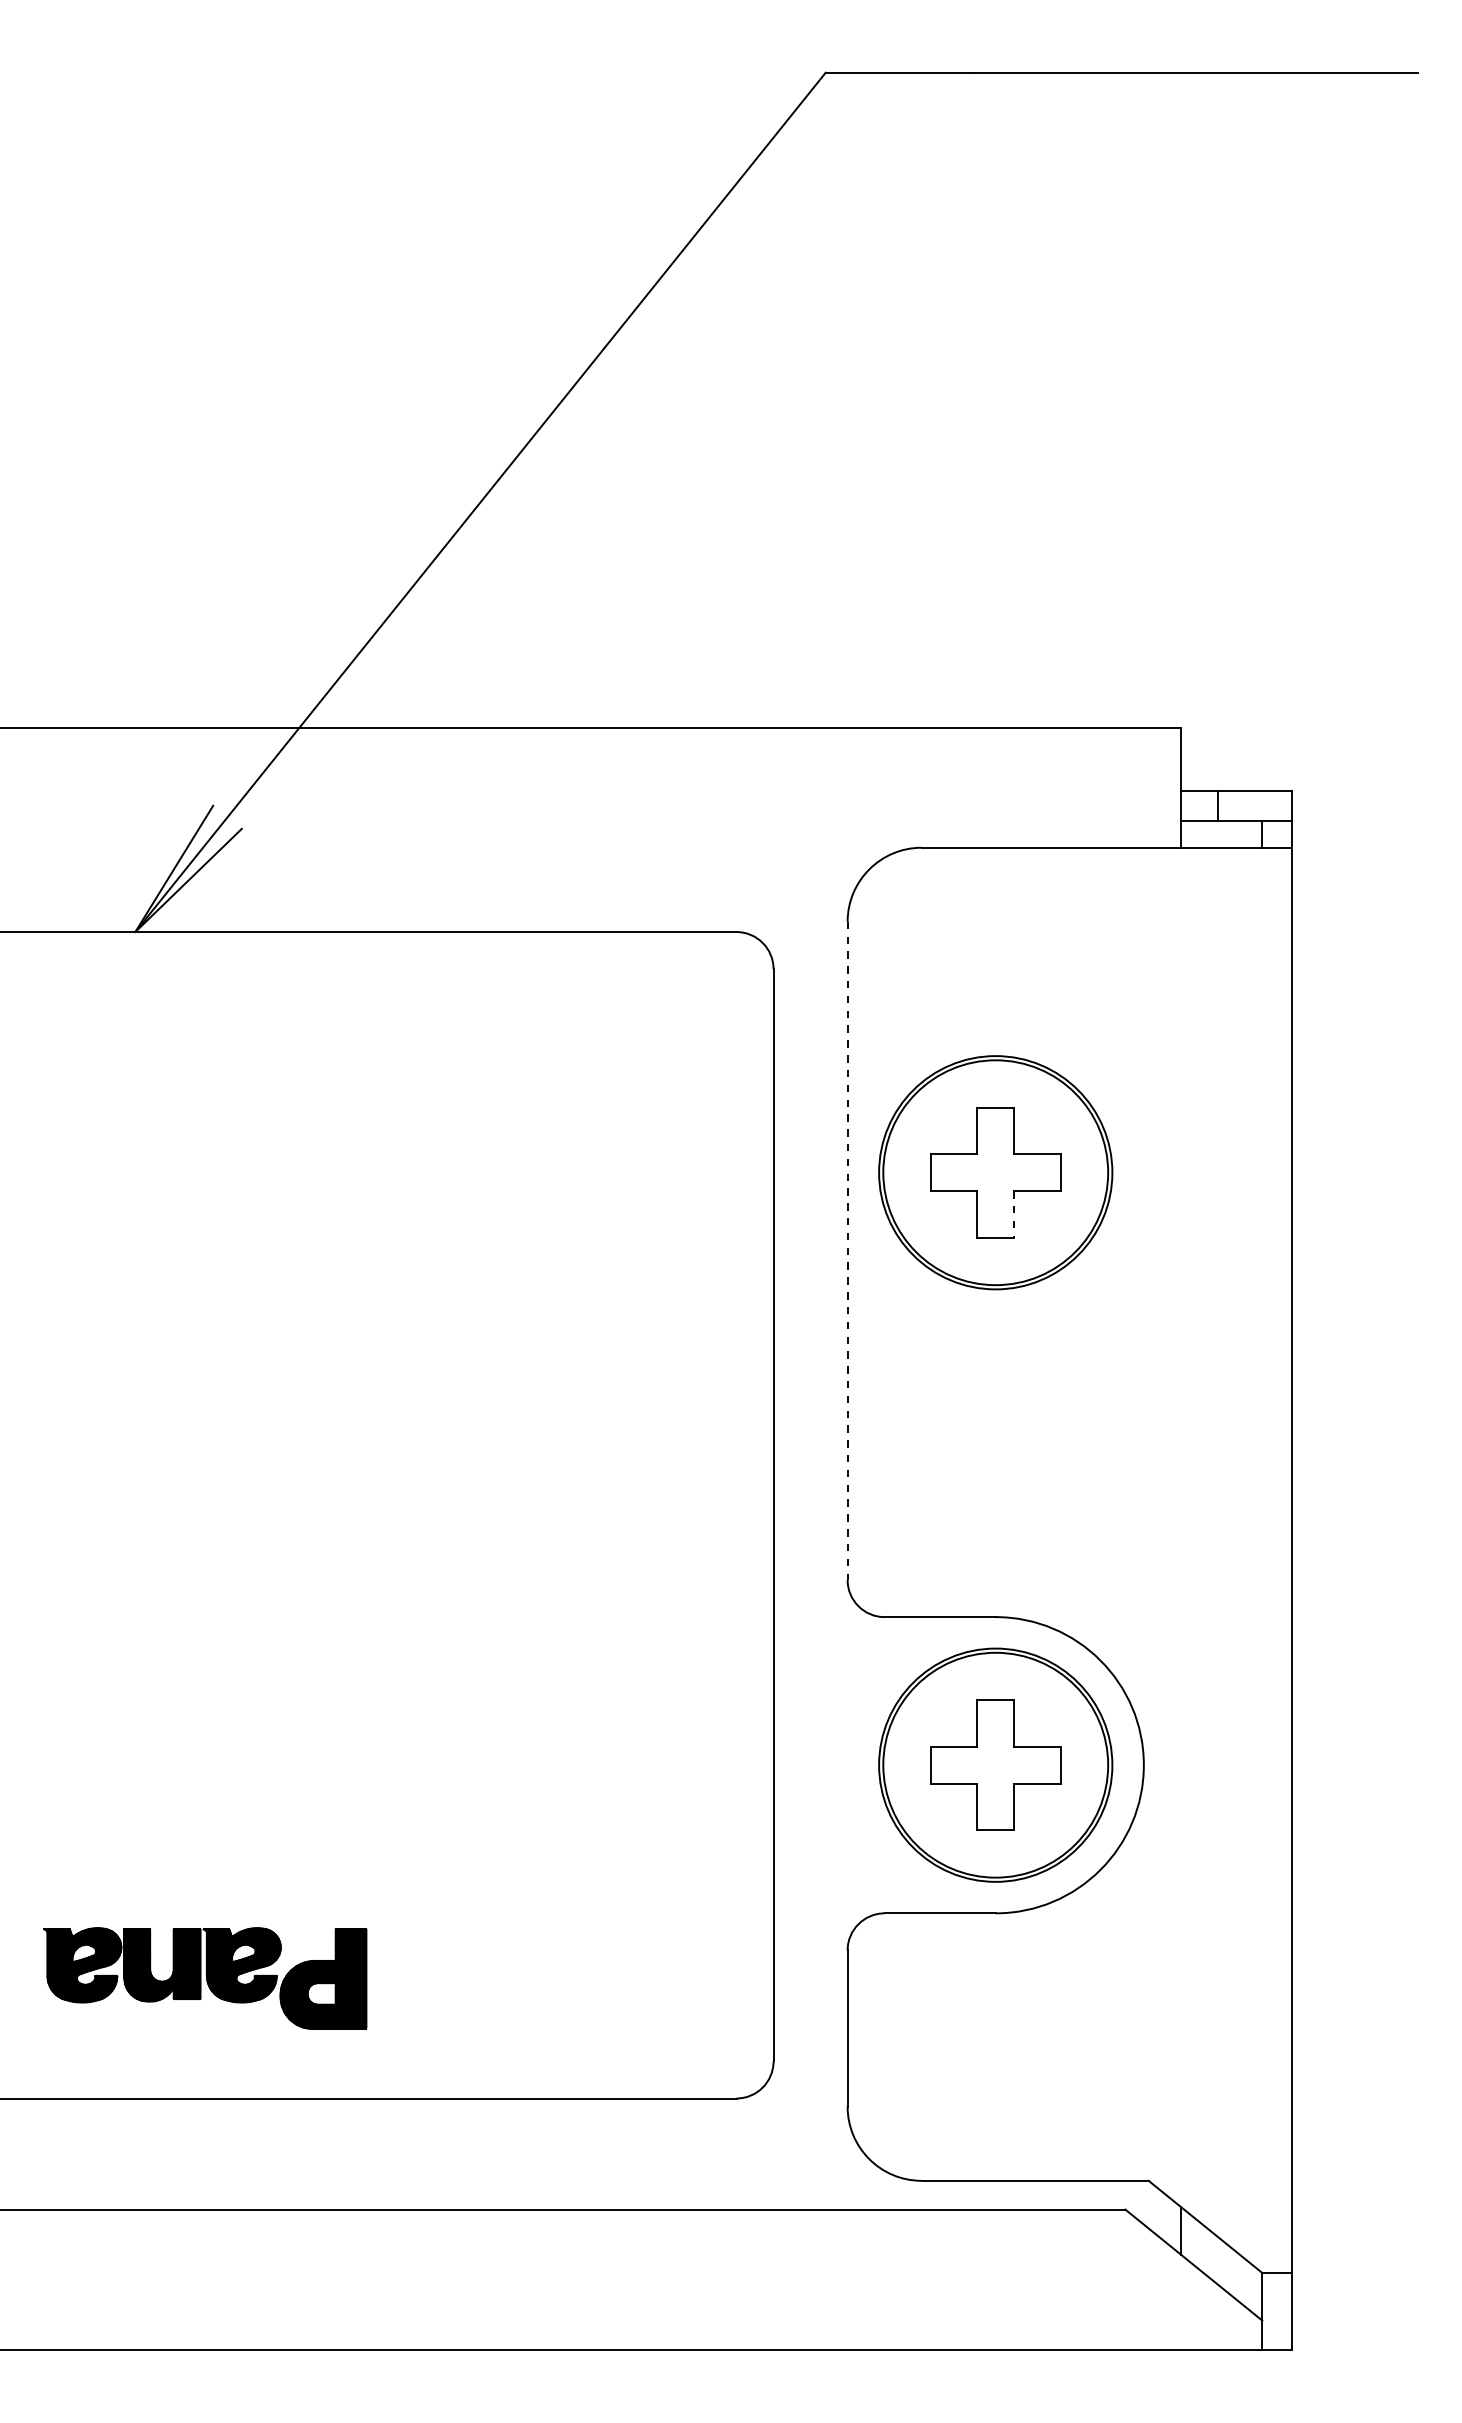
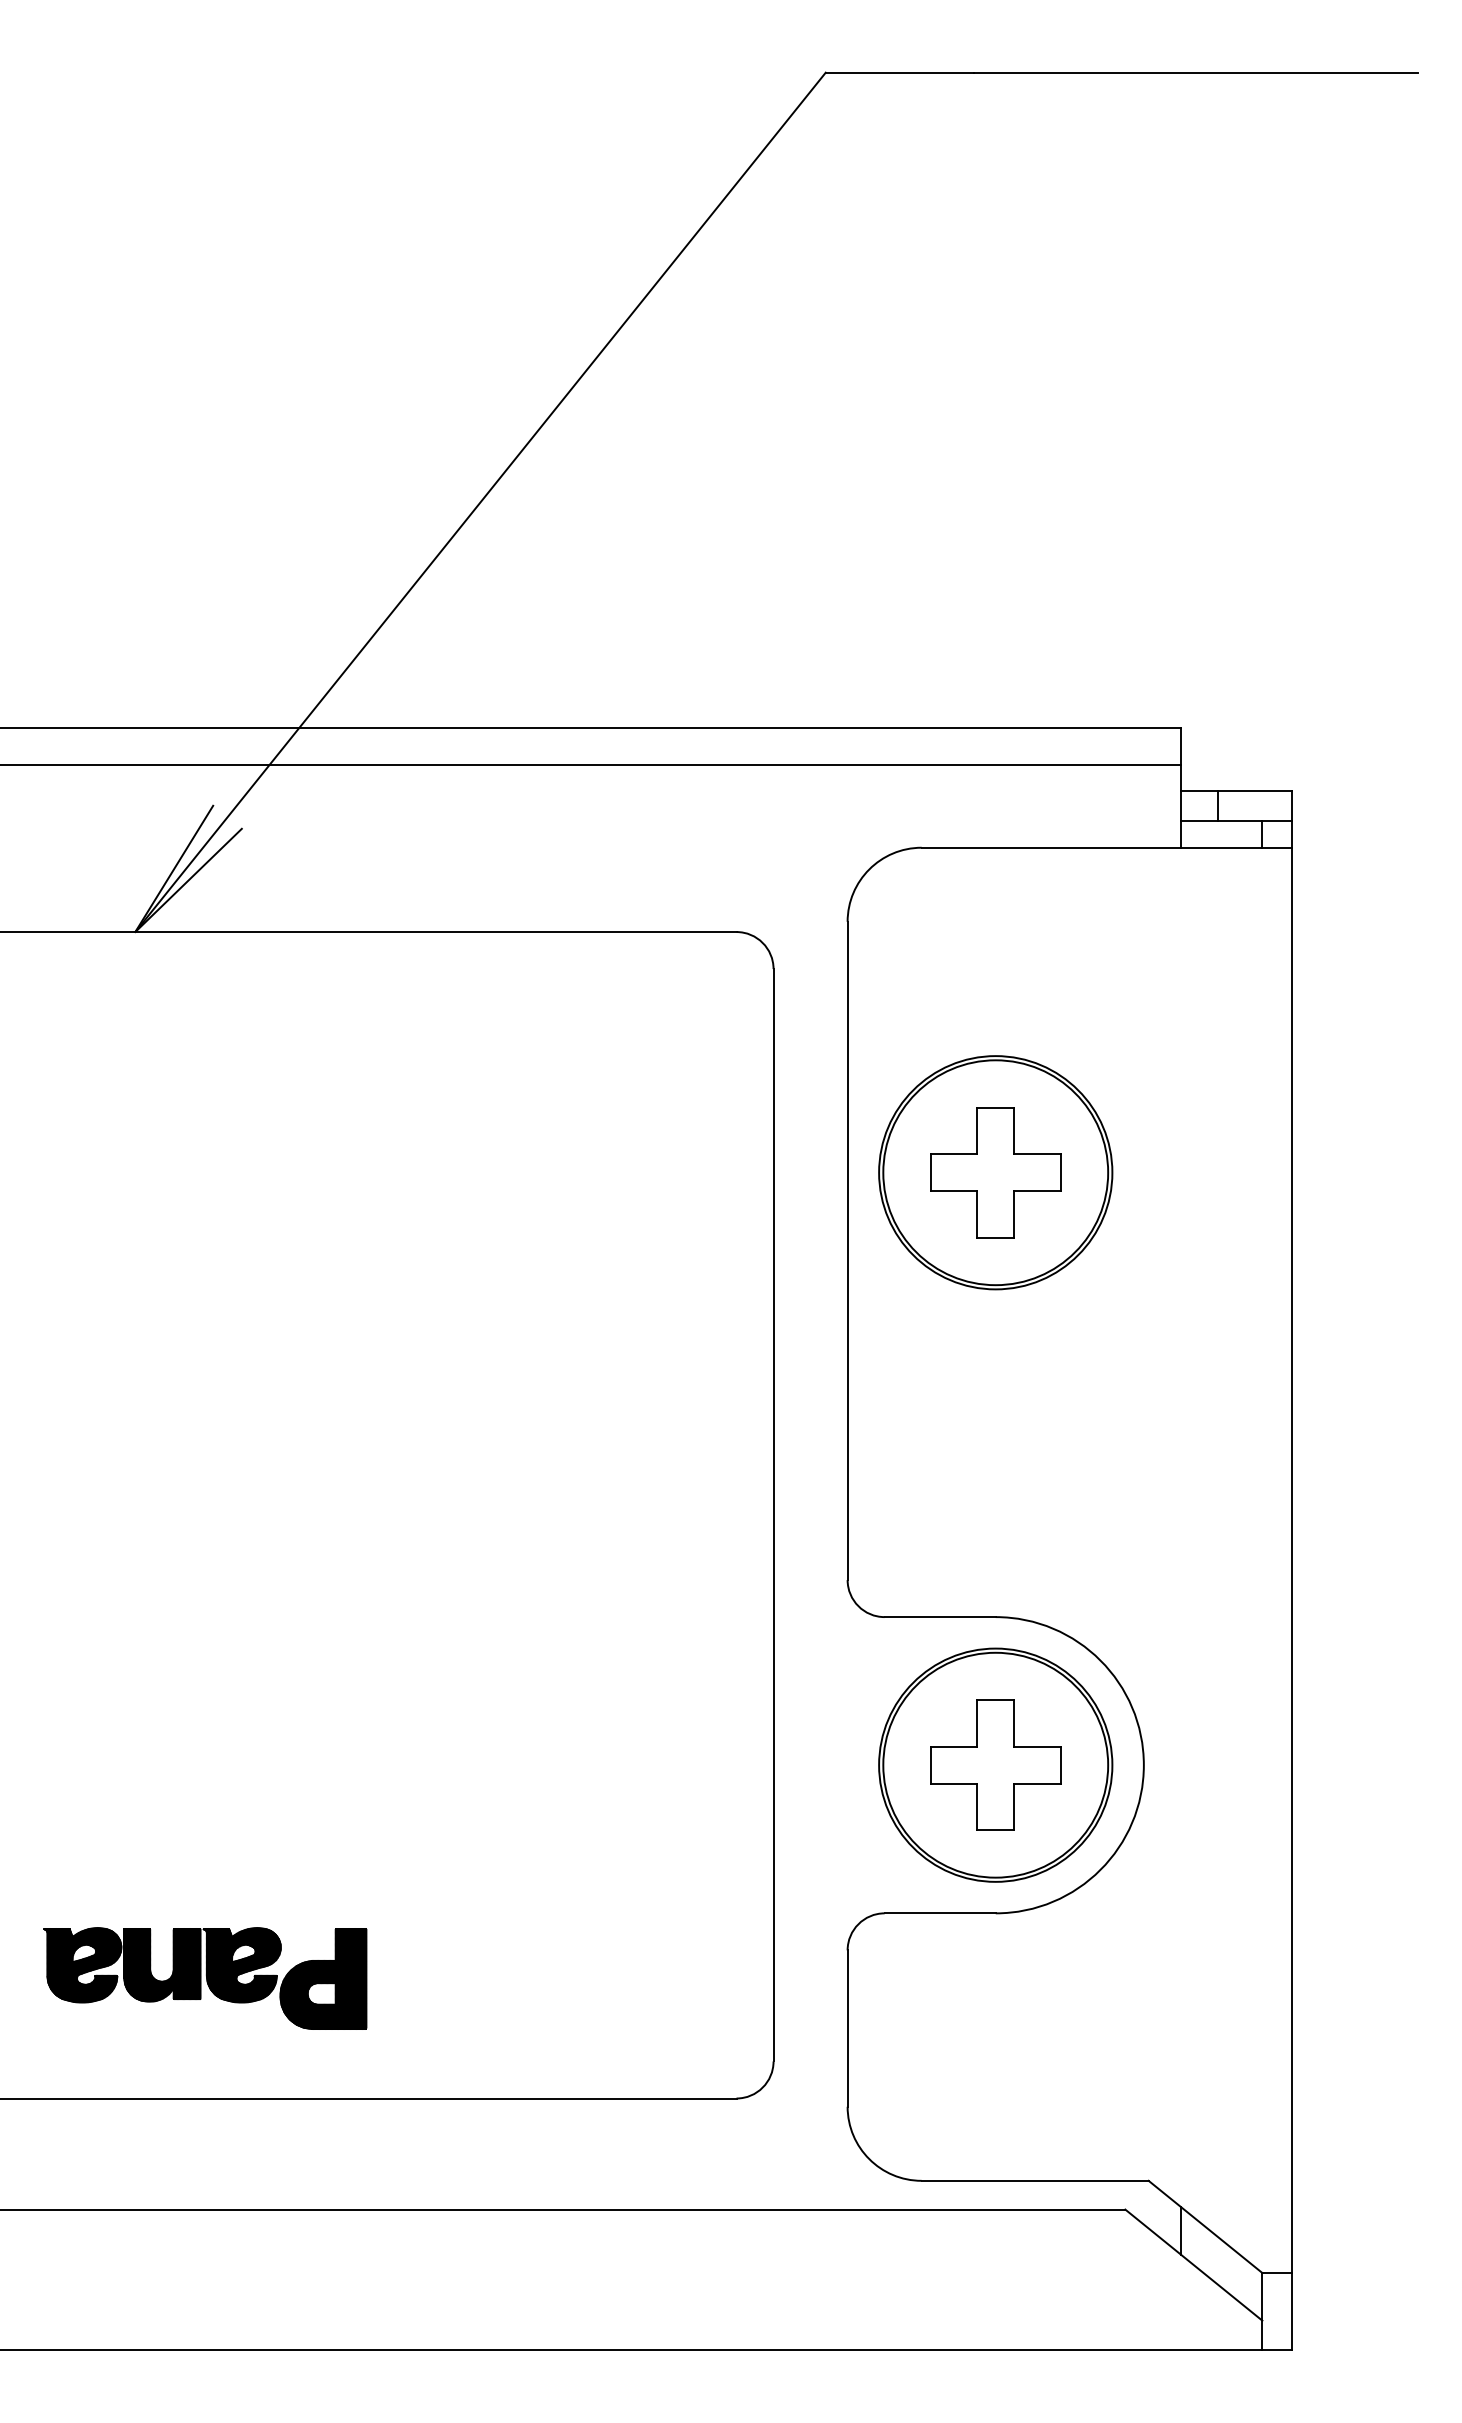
line at (591, 765): none -> present
line at (1014, 1214): dashed -> solid
line at (847, 1251): dashed -> solid
